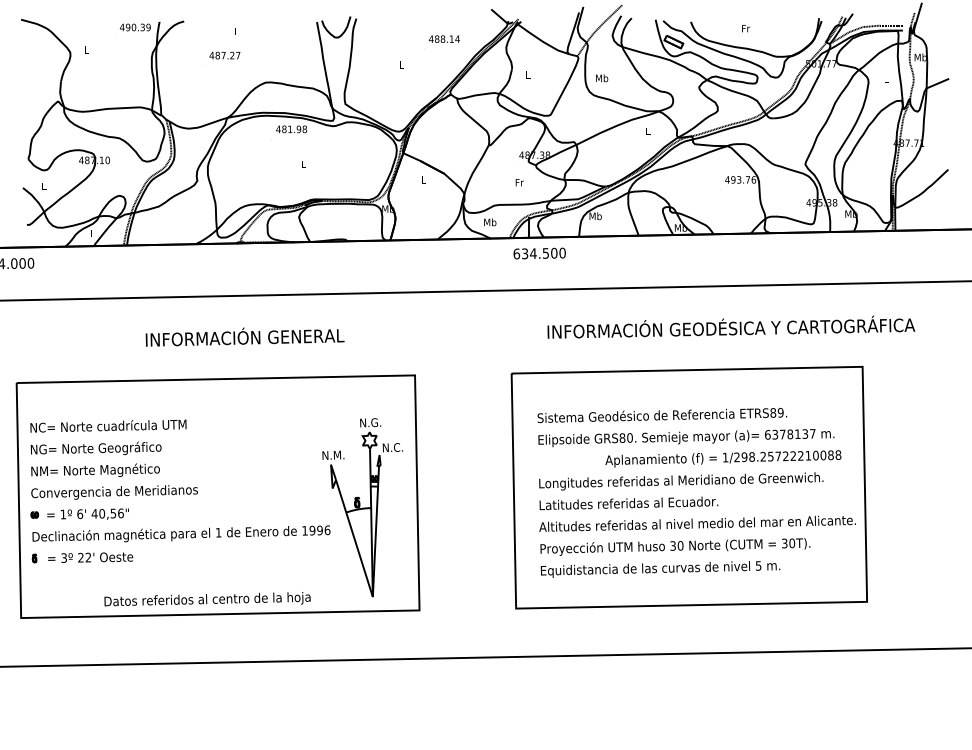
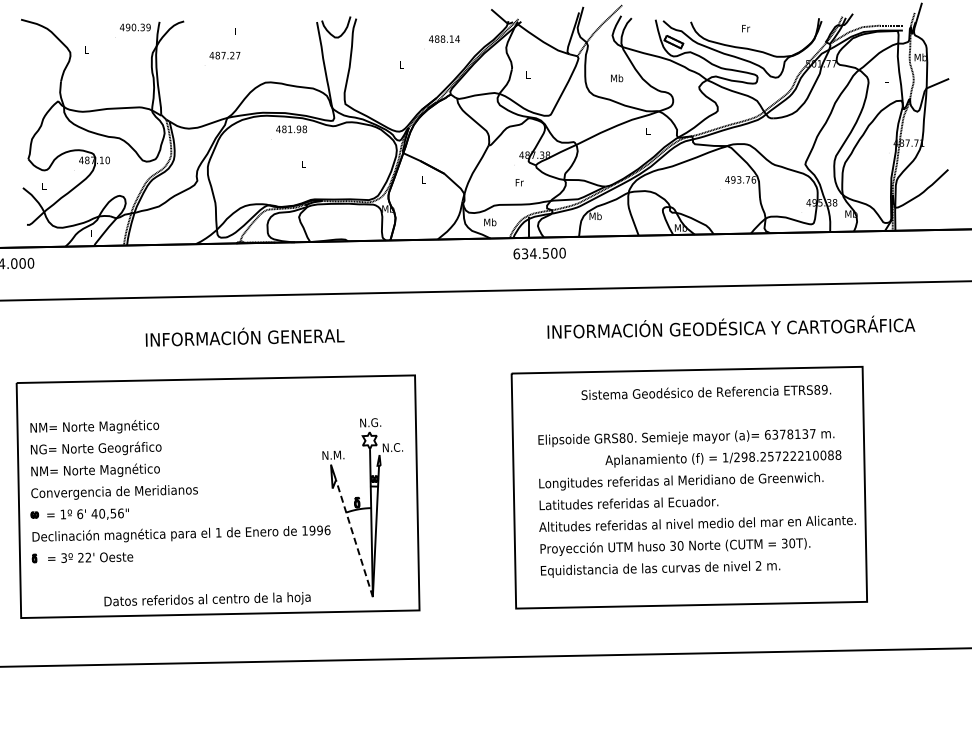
text at (602, 78) position: (602, 78) -> (617, 78)
text at (662, 415) position: (662, 415) -> (706, 392)
text at (112, 426): NC= Norte cuadrícula UTM -> NM= Norte Magnético
line at (354, 538): solid -> dashed
text at (758, 565): 5 -> 2
